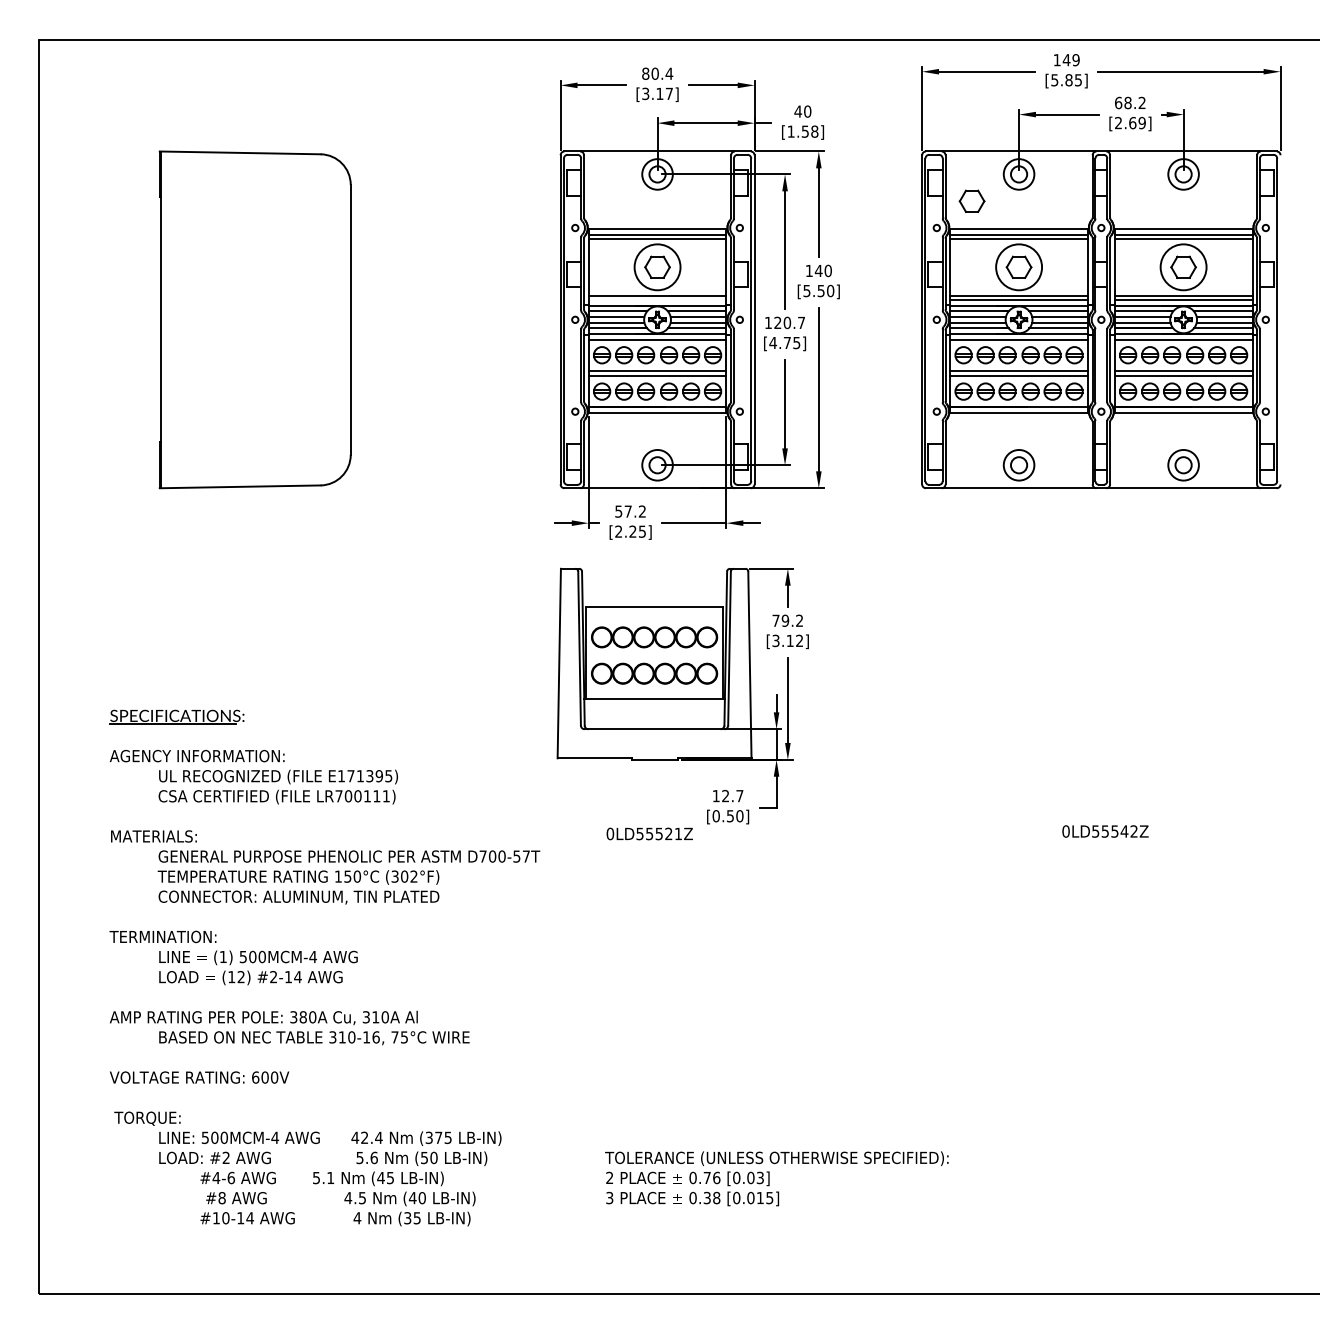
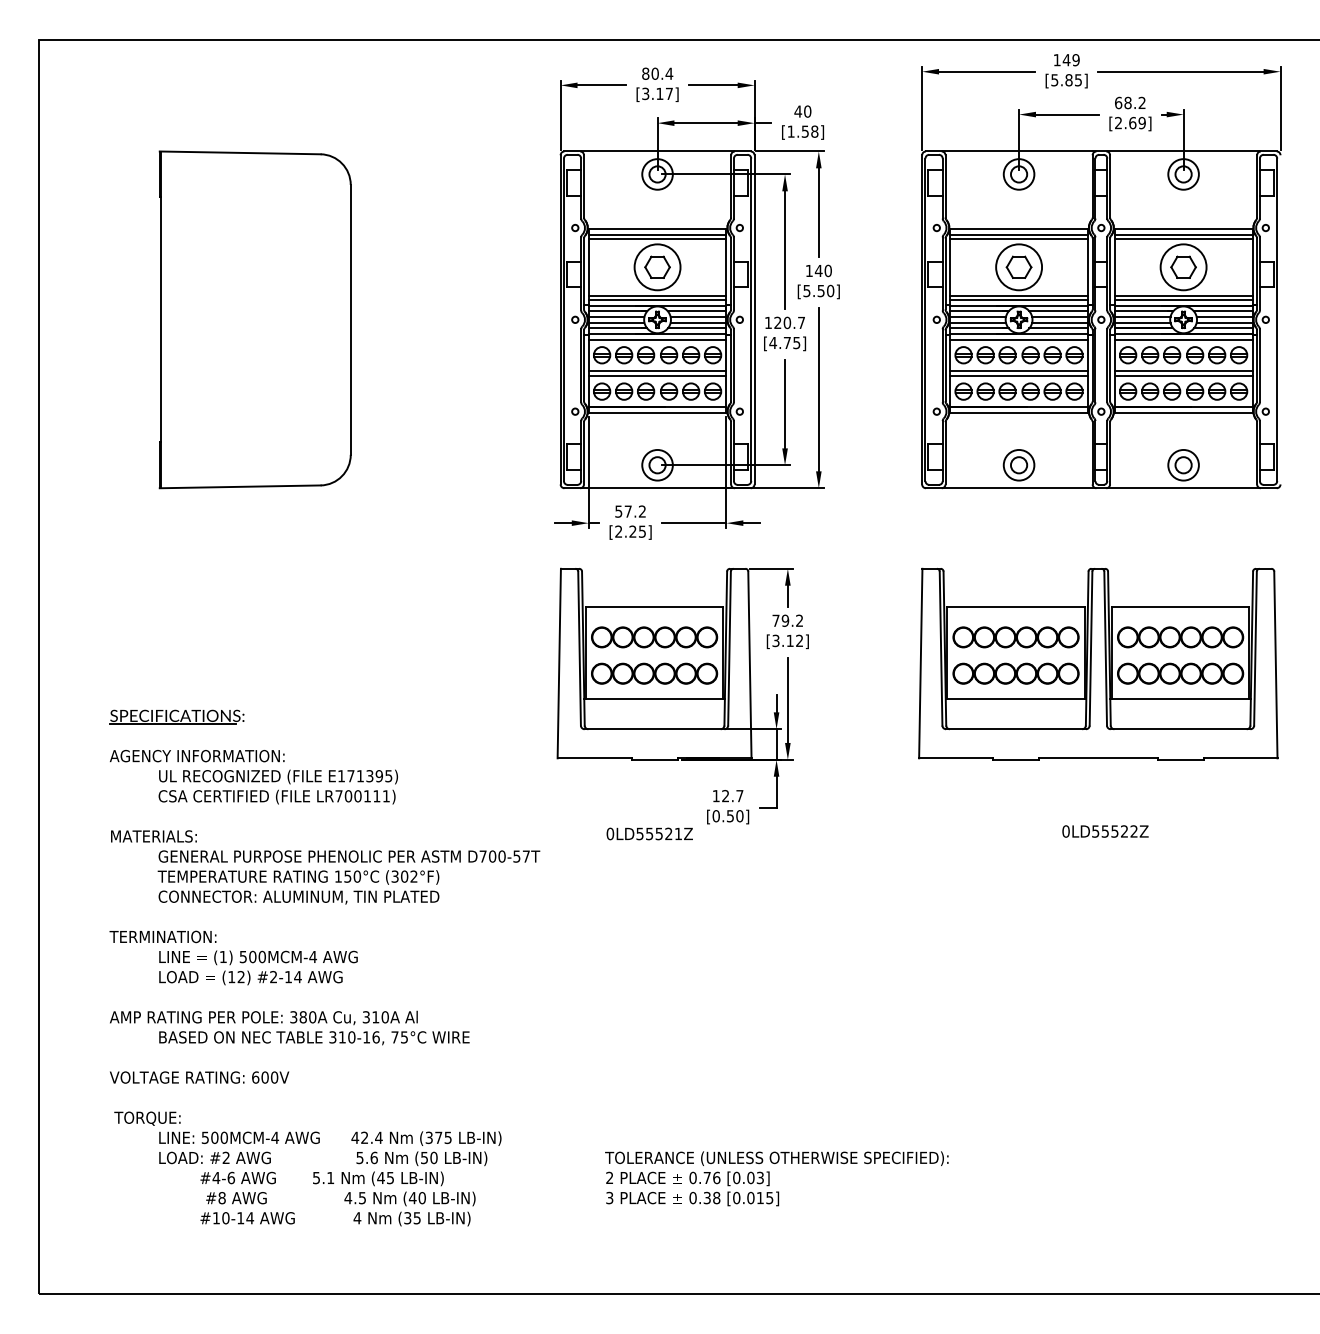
part at (971, 200): present -> none
line at (657, 299): none -> present
part at (1098, 663): none -> present
text at (1124, 831): 0LD55542Z -> 0LD55522Z
